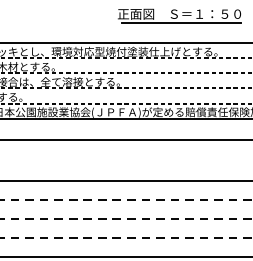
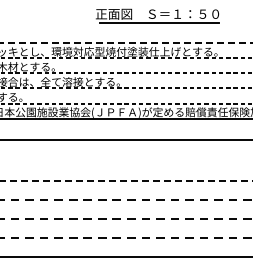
part at (179, 15) position: (179, 15) -> (157, 15)
line at (126, 43): solid -> dashed
line at (126, 181): solid -> dashed
